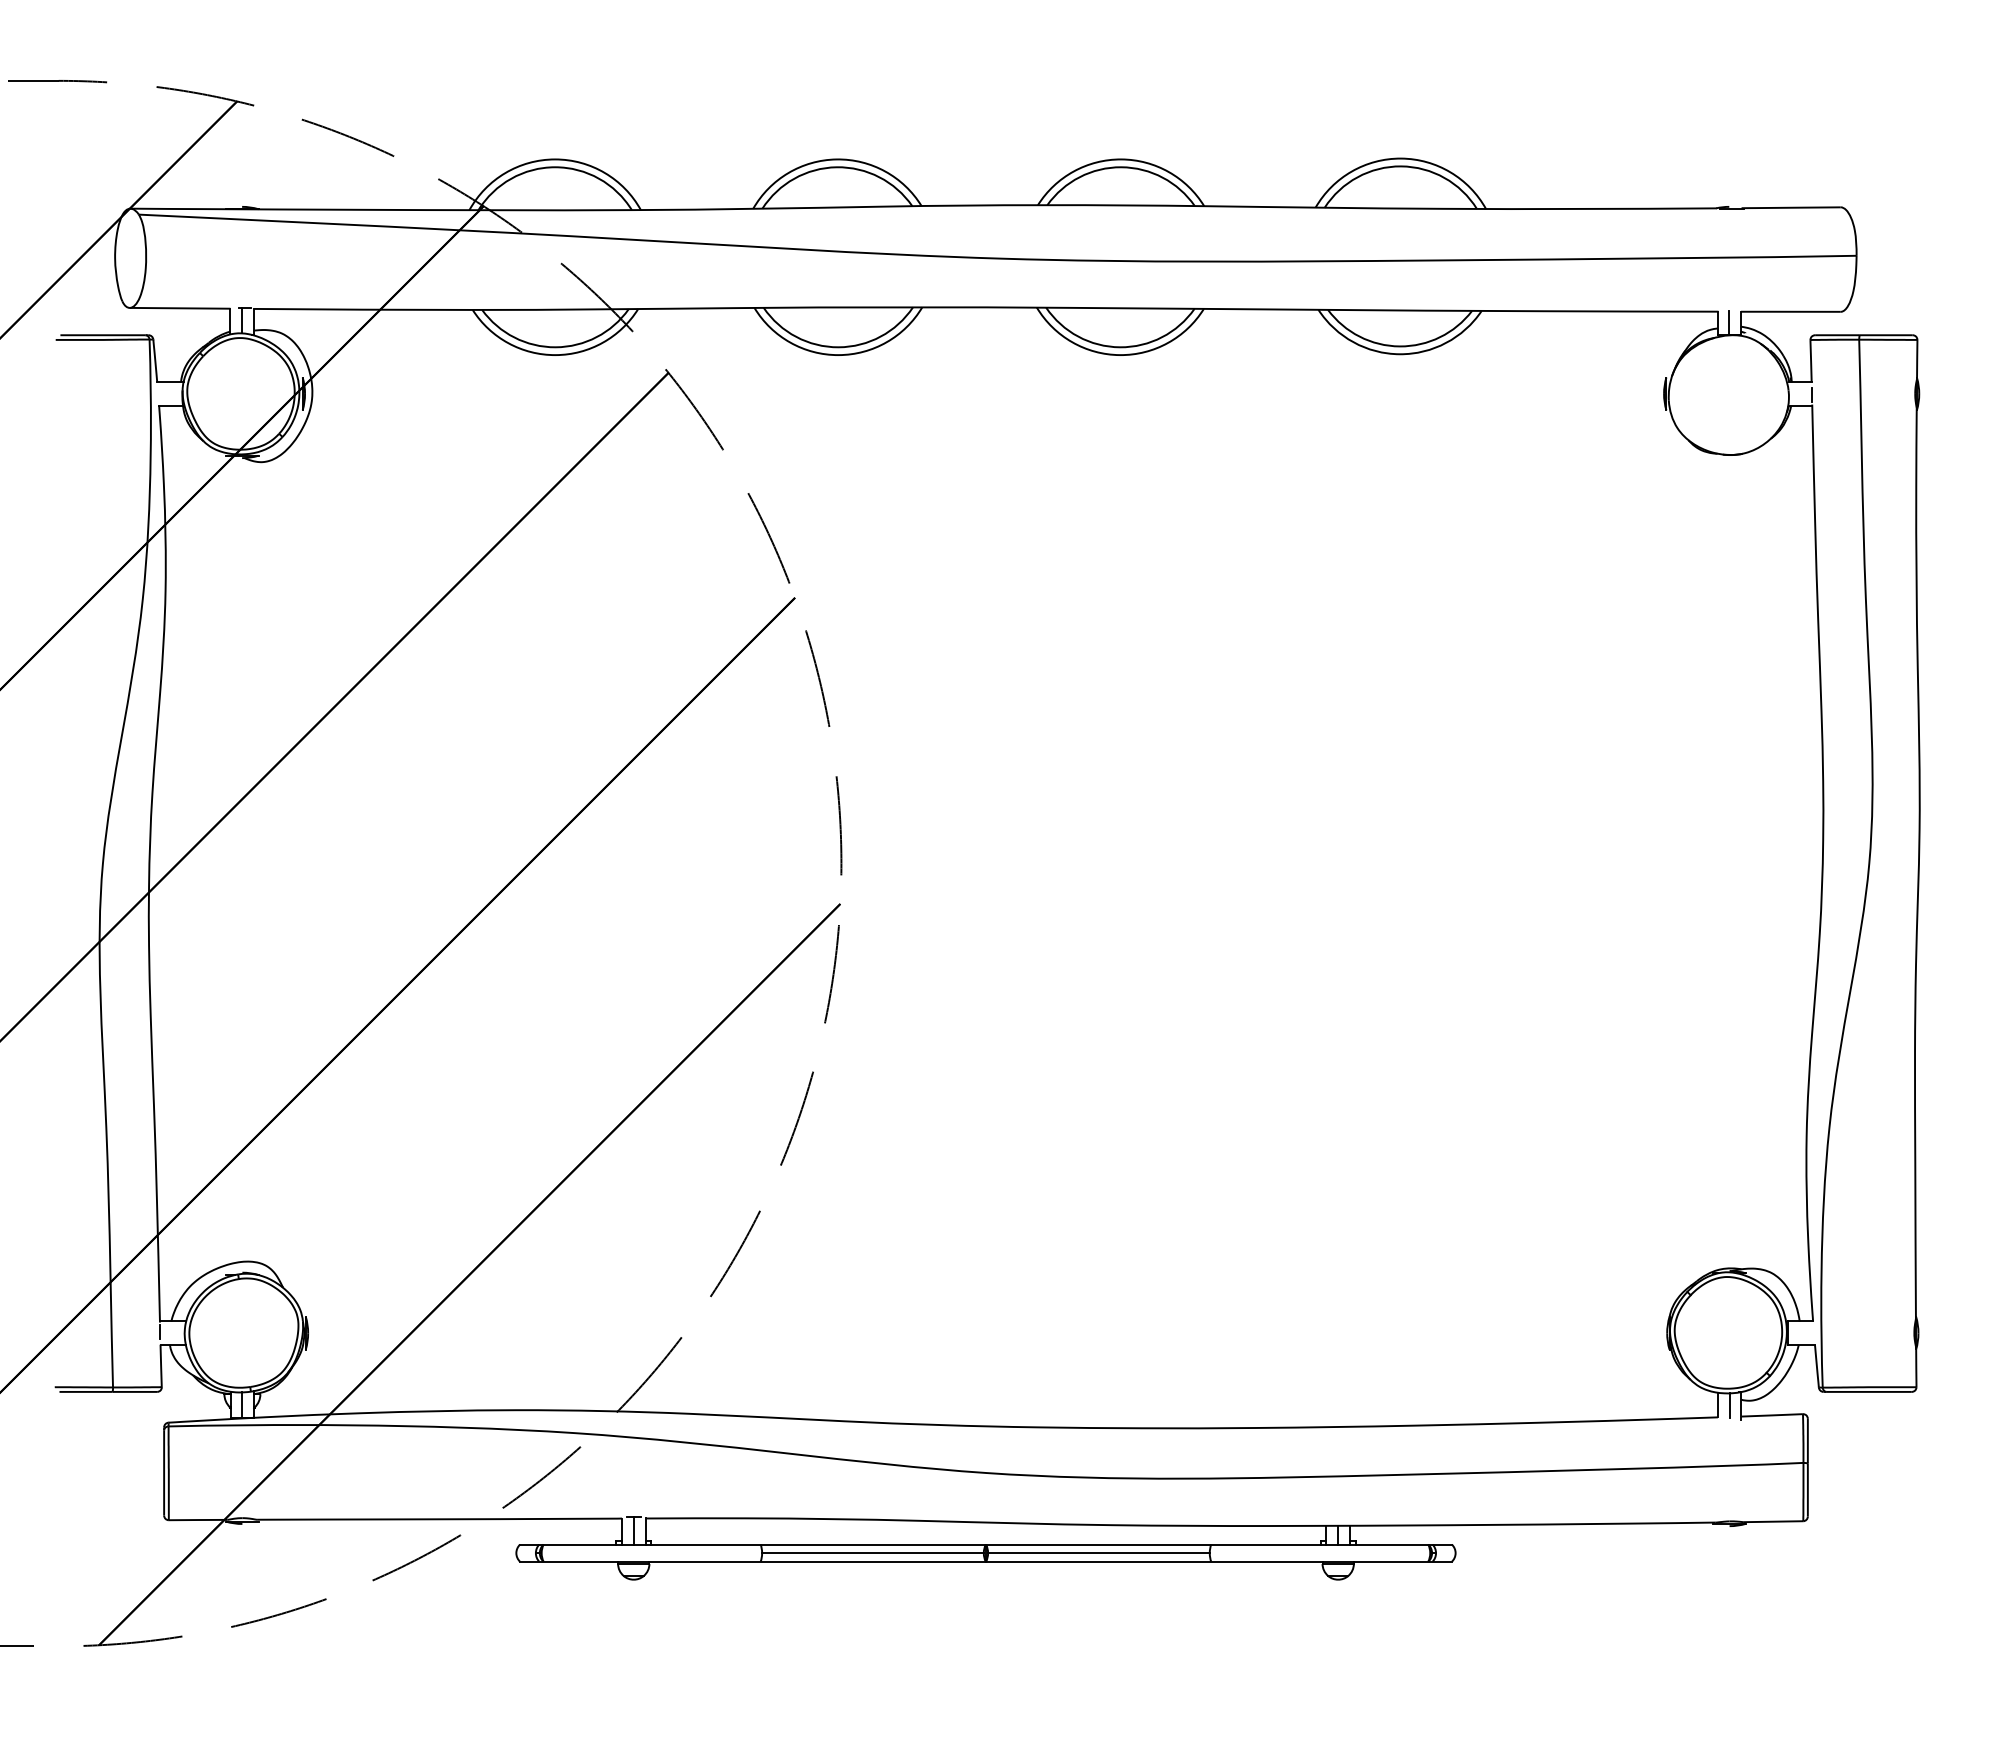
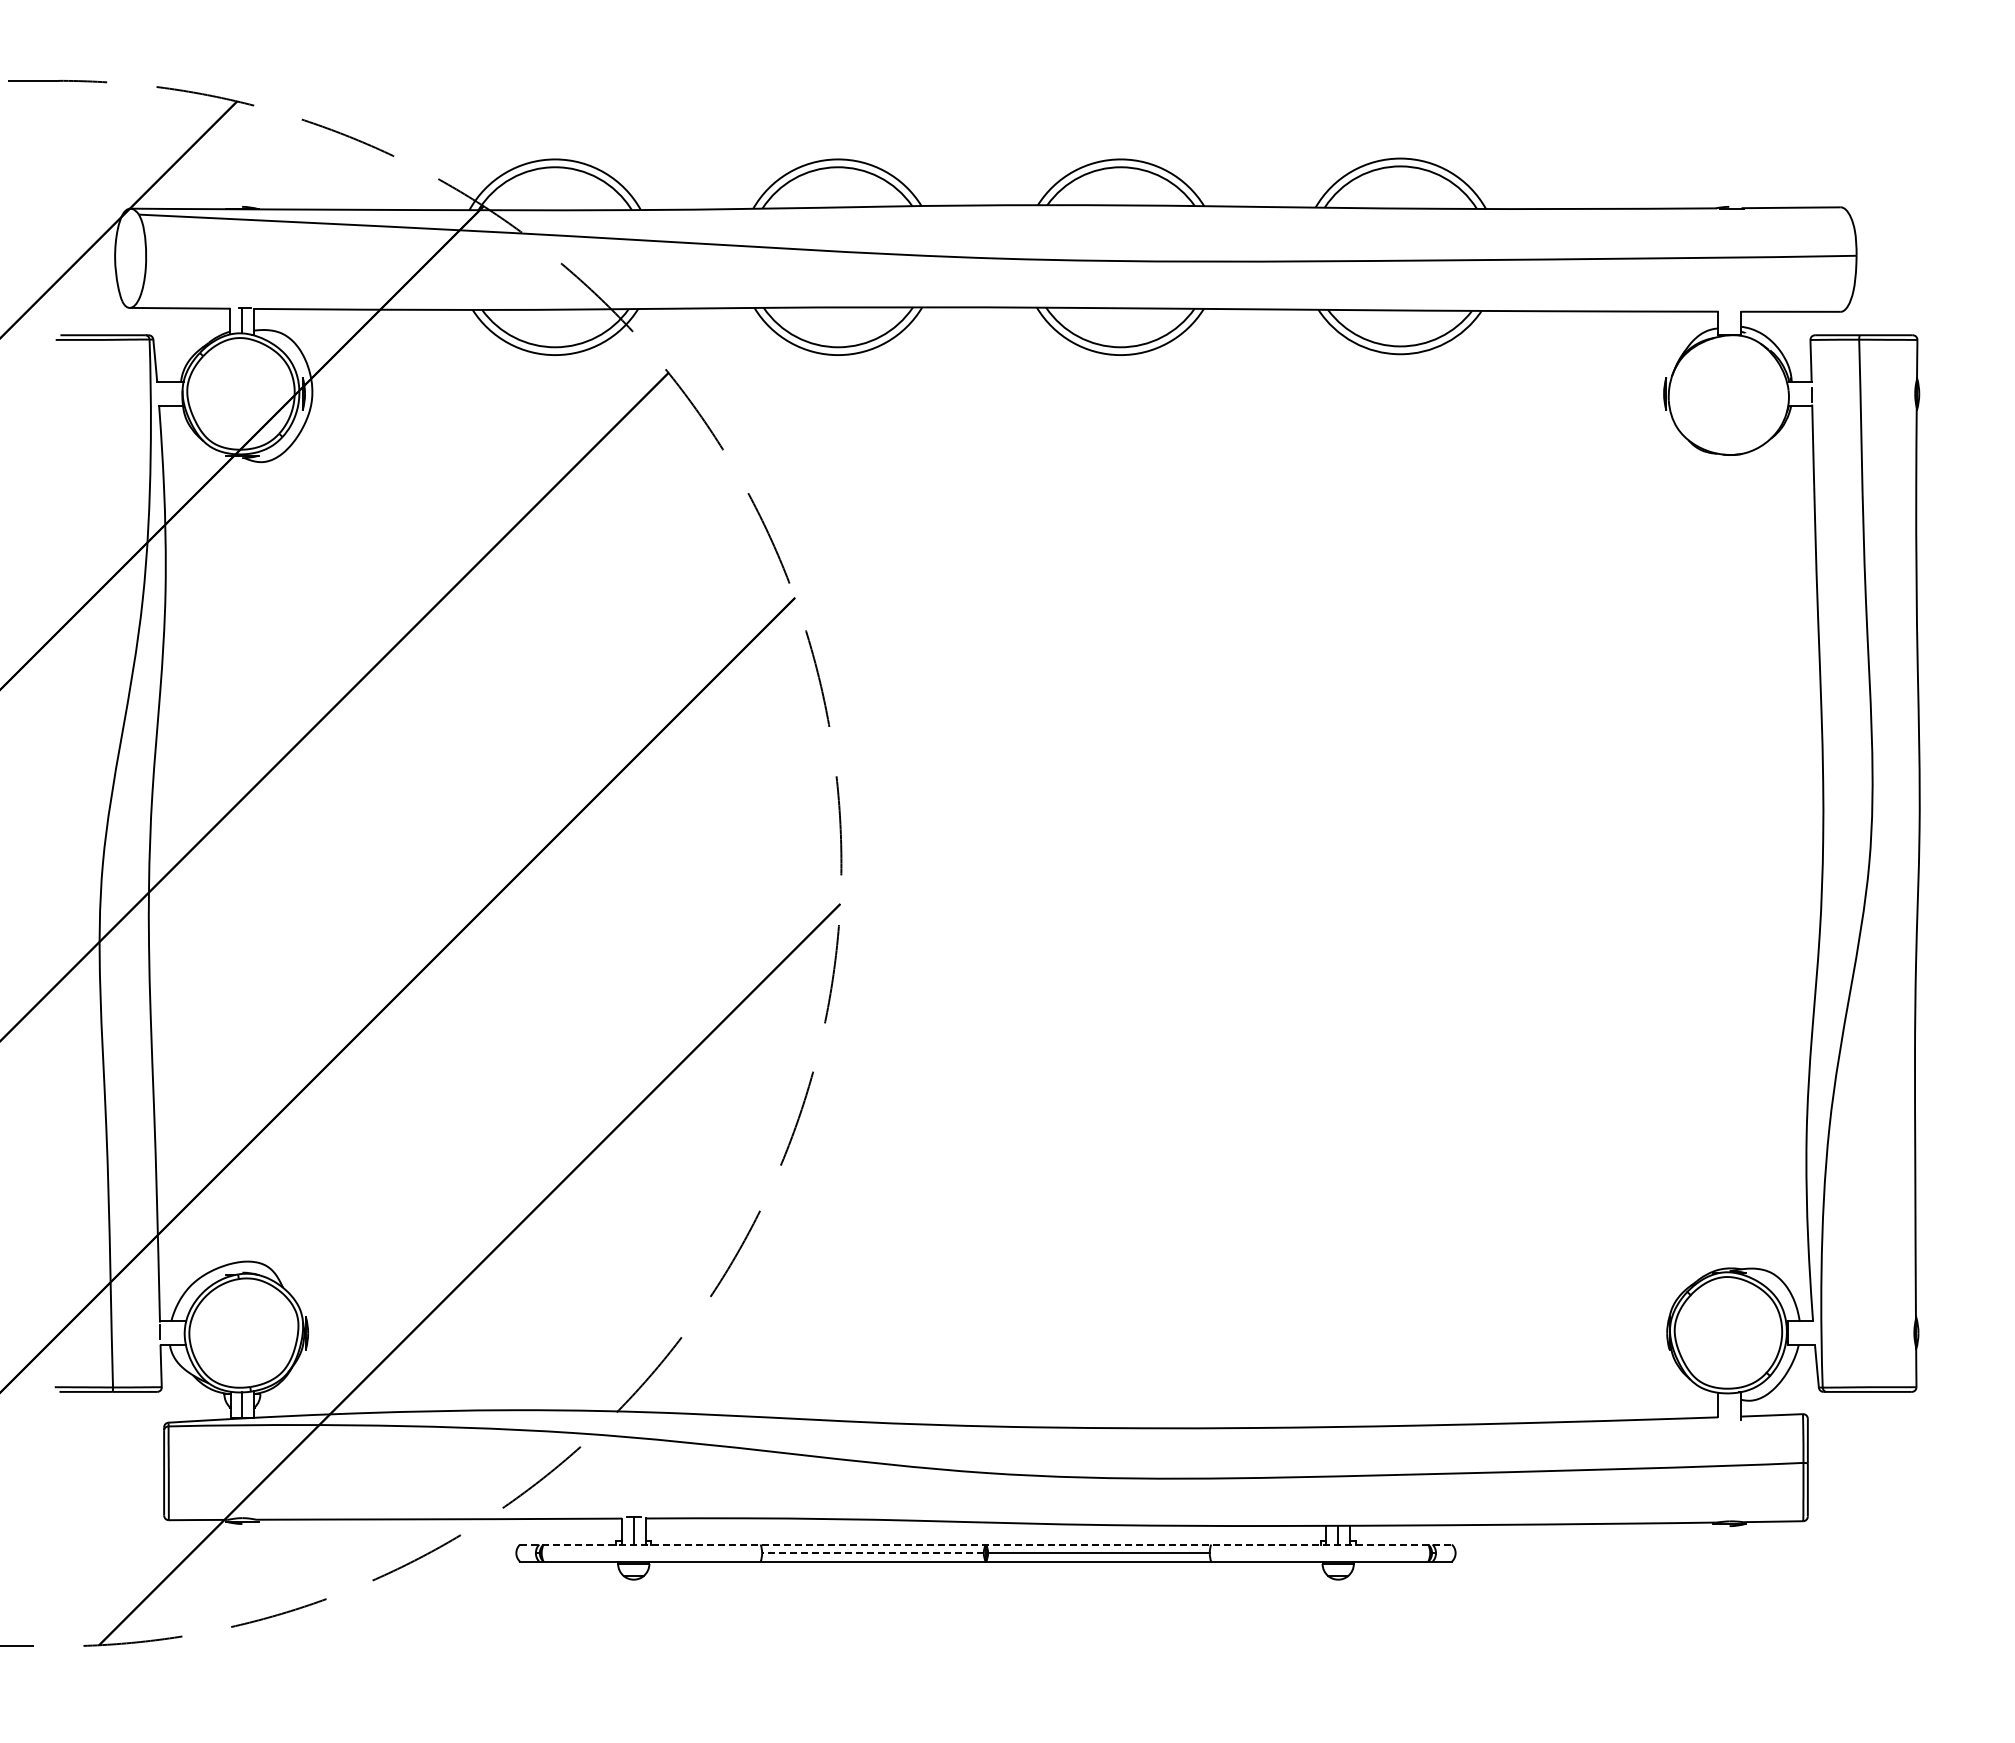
line at (1729, 322): present -> none
line at (1729, 1405): present -> none
line at (985, 1544): solid -> dashed
line at (873, 1553): solid -> dashed
